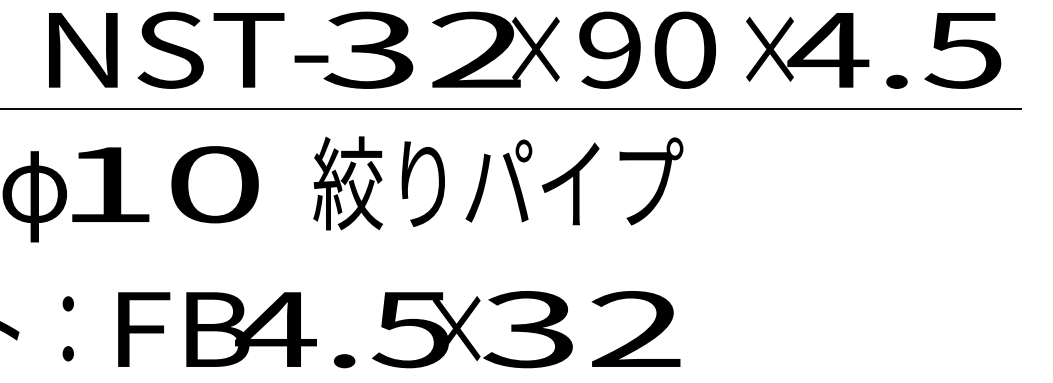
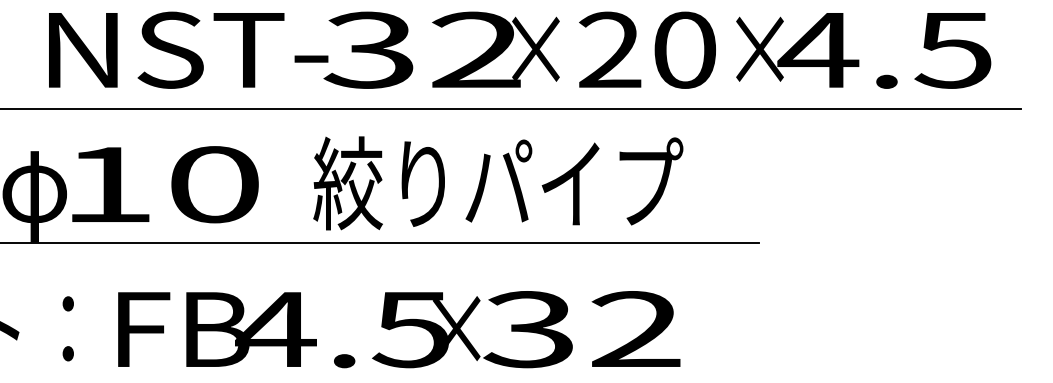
text at (610, 50): 90 -> 20
text at (873, 50) position: (873, 50) -> (863, 50)
line at (380, 242): none -> present
